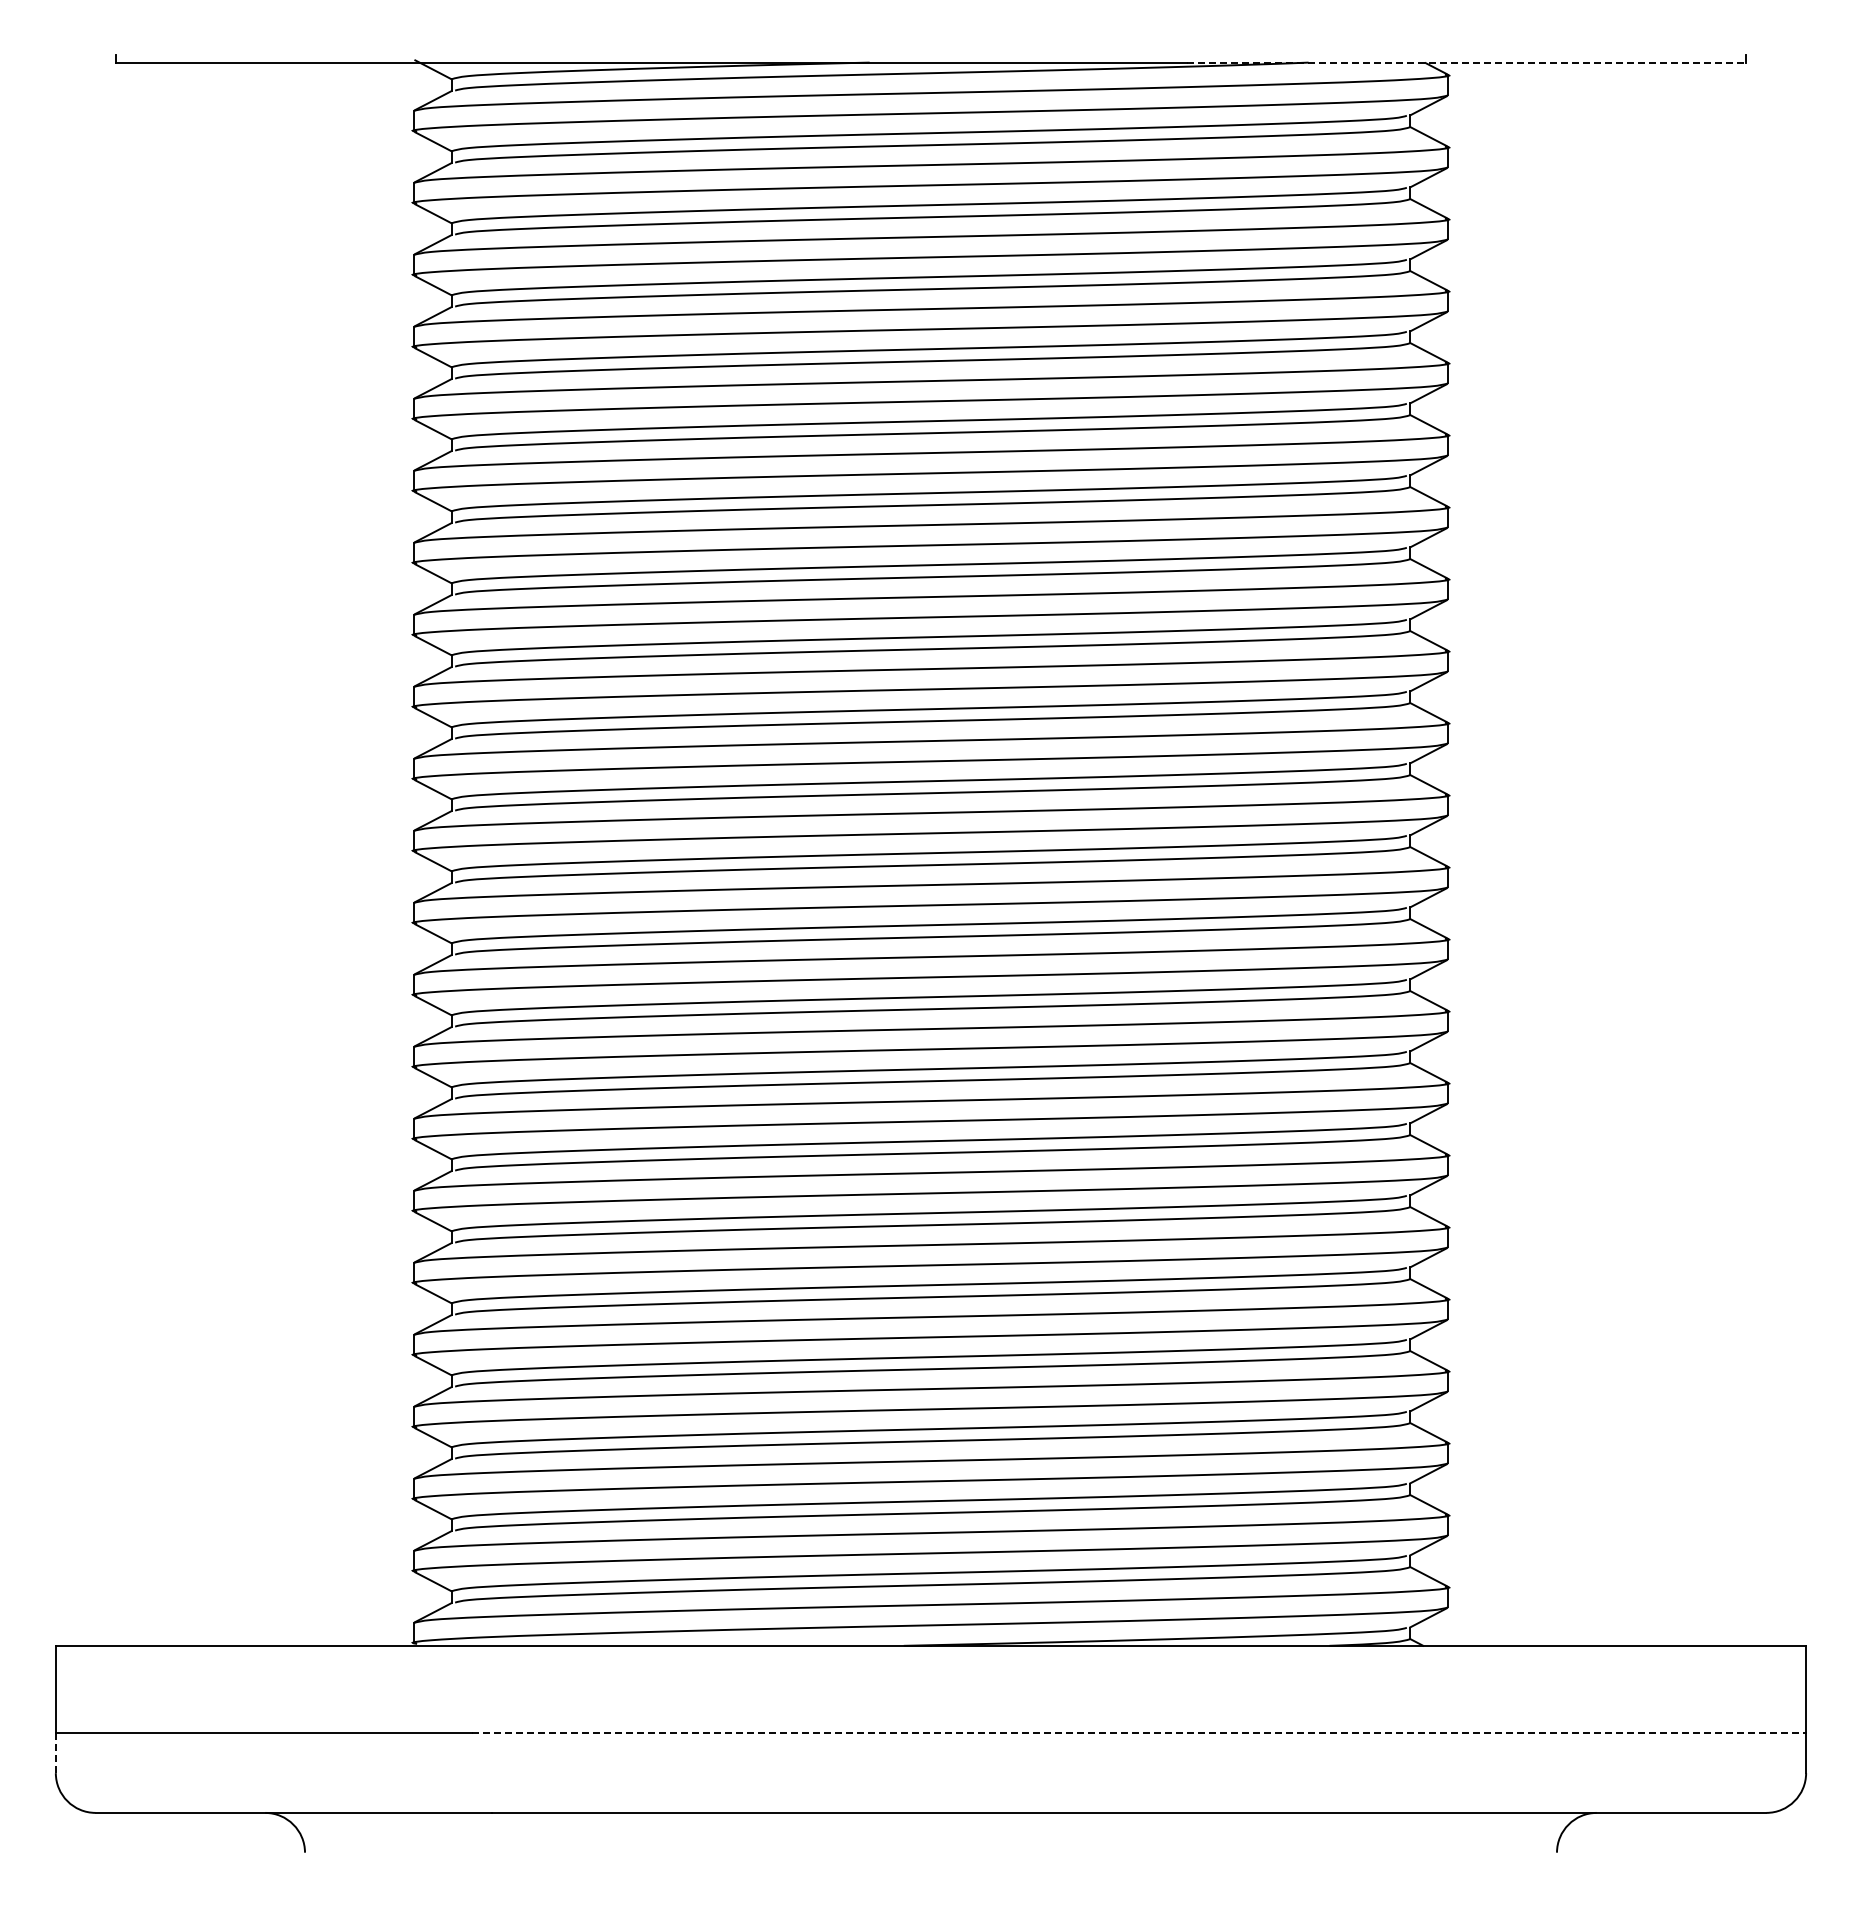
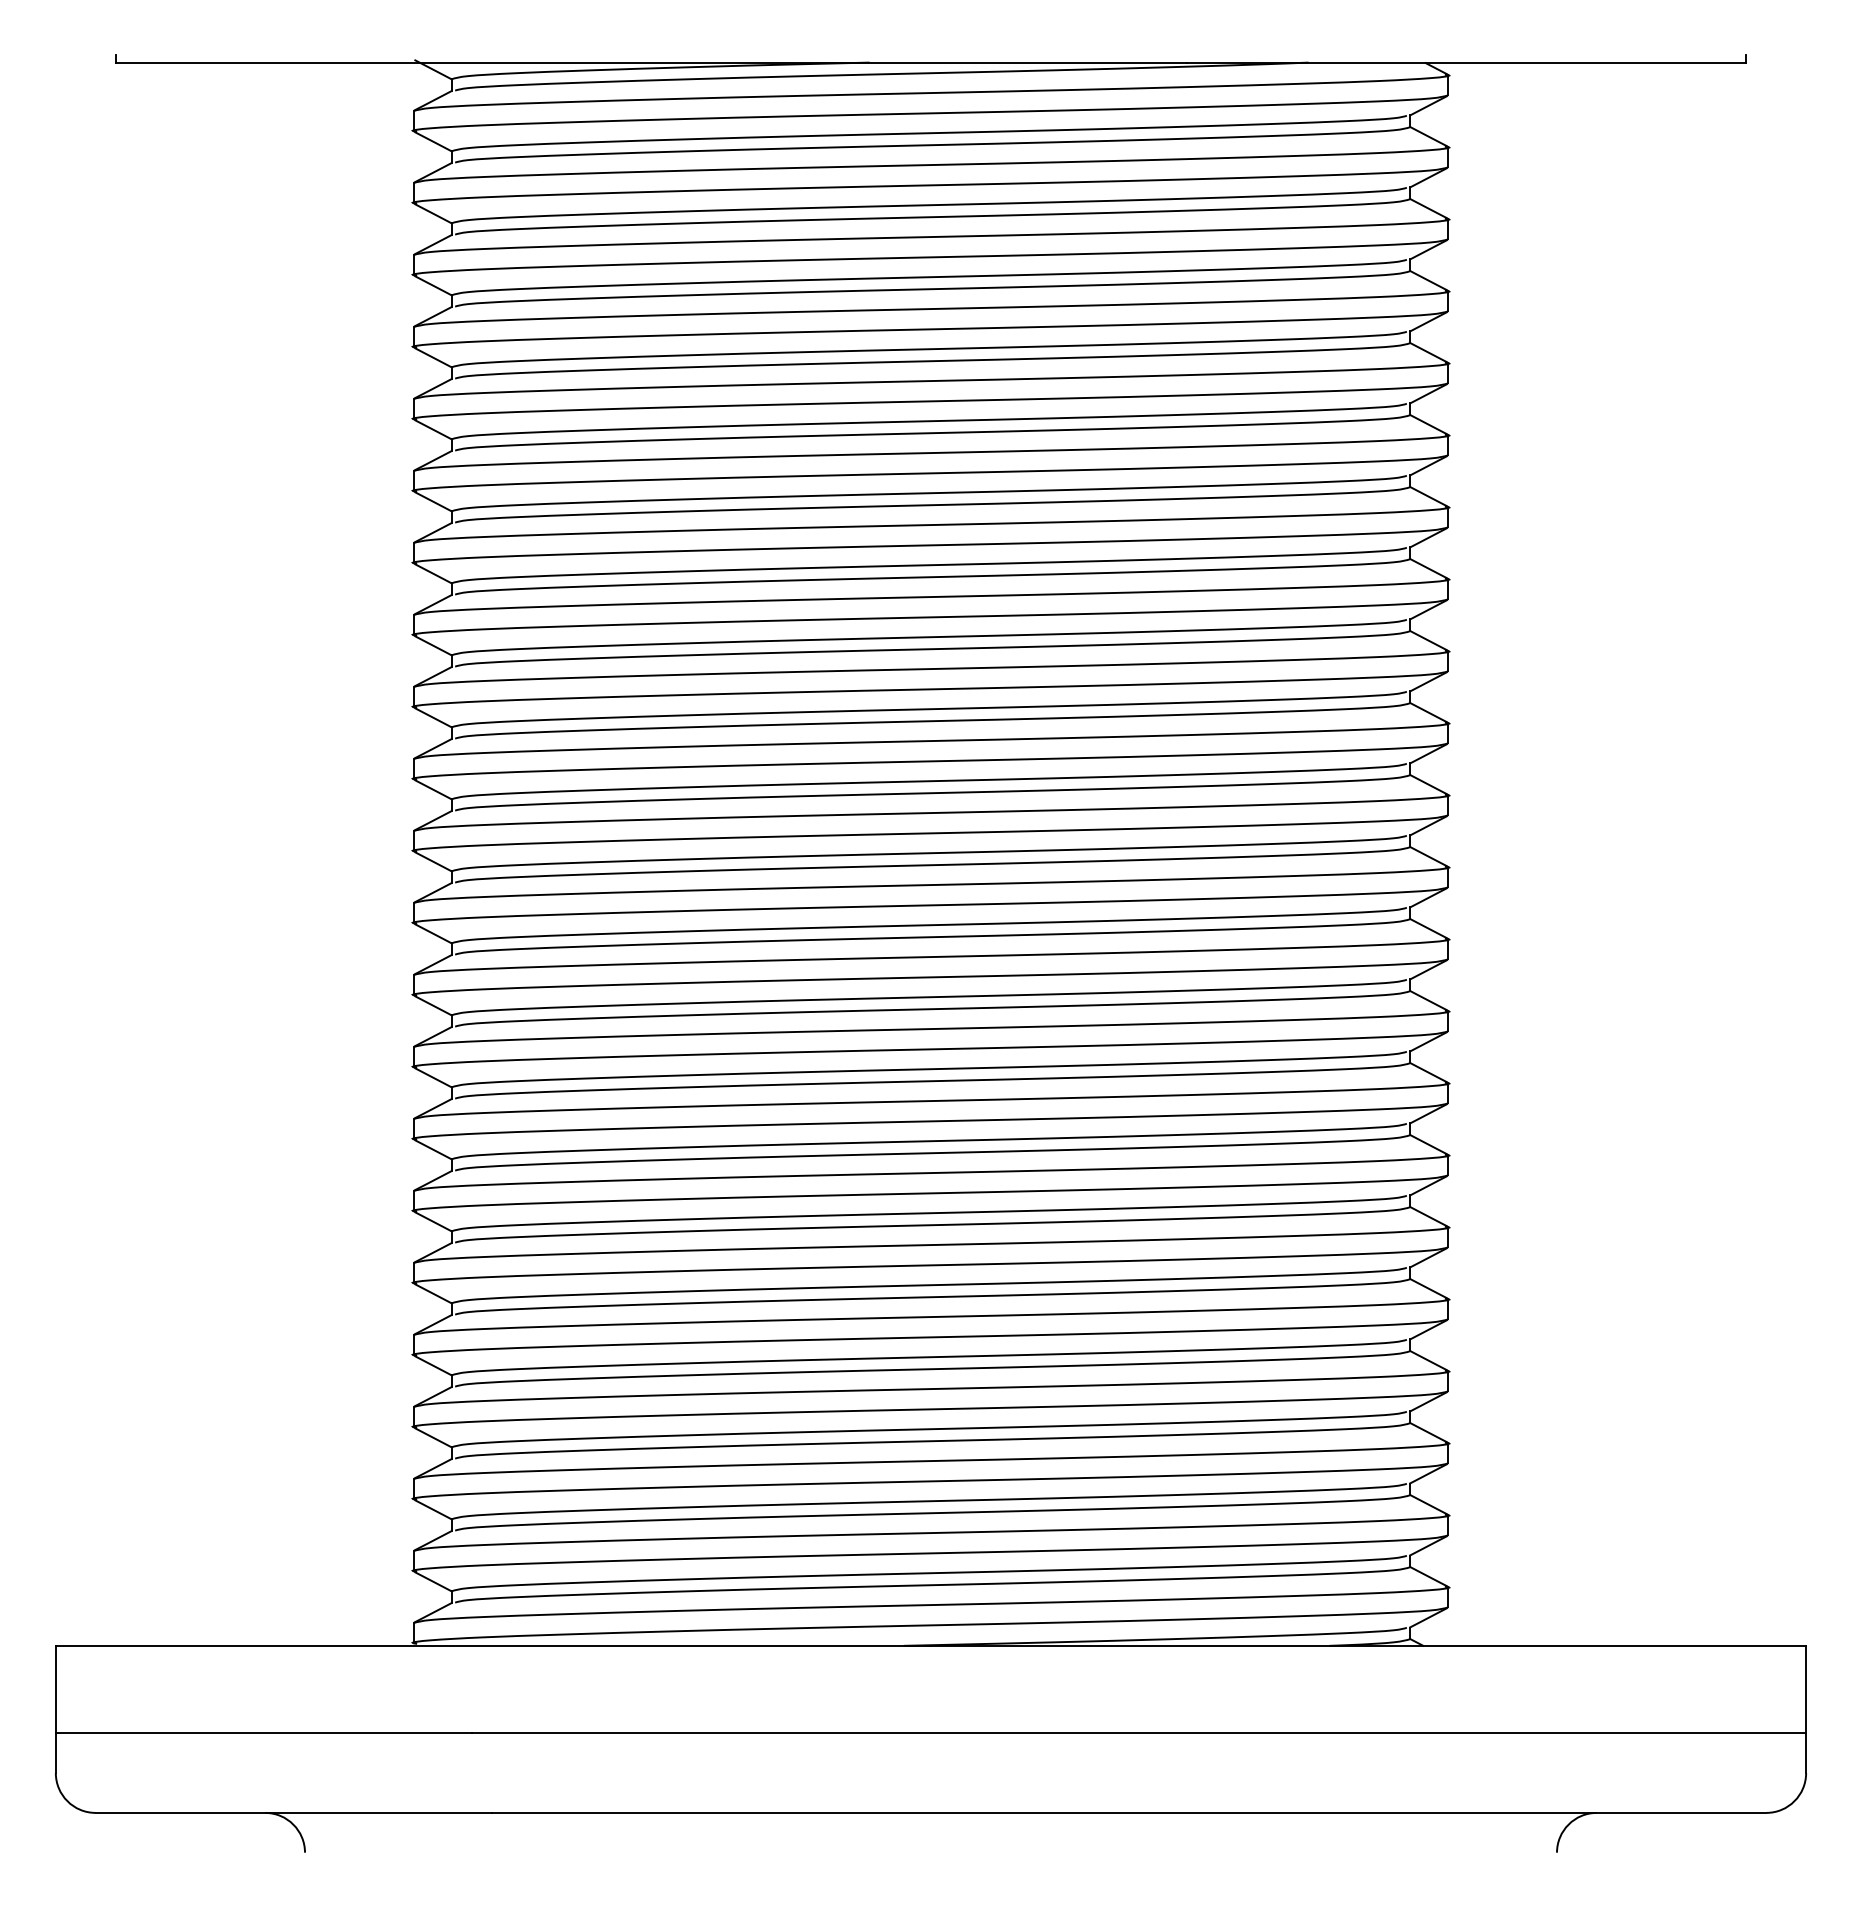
line at (1466, 62): dashed -> solid
line at (1139, 1733): dashed -> solid
line at (55, 1753): dashed -> solid
